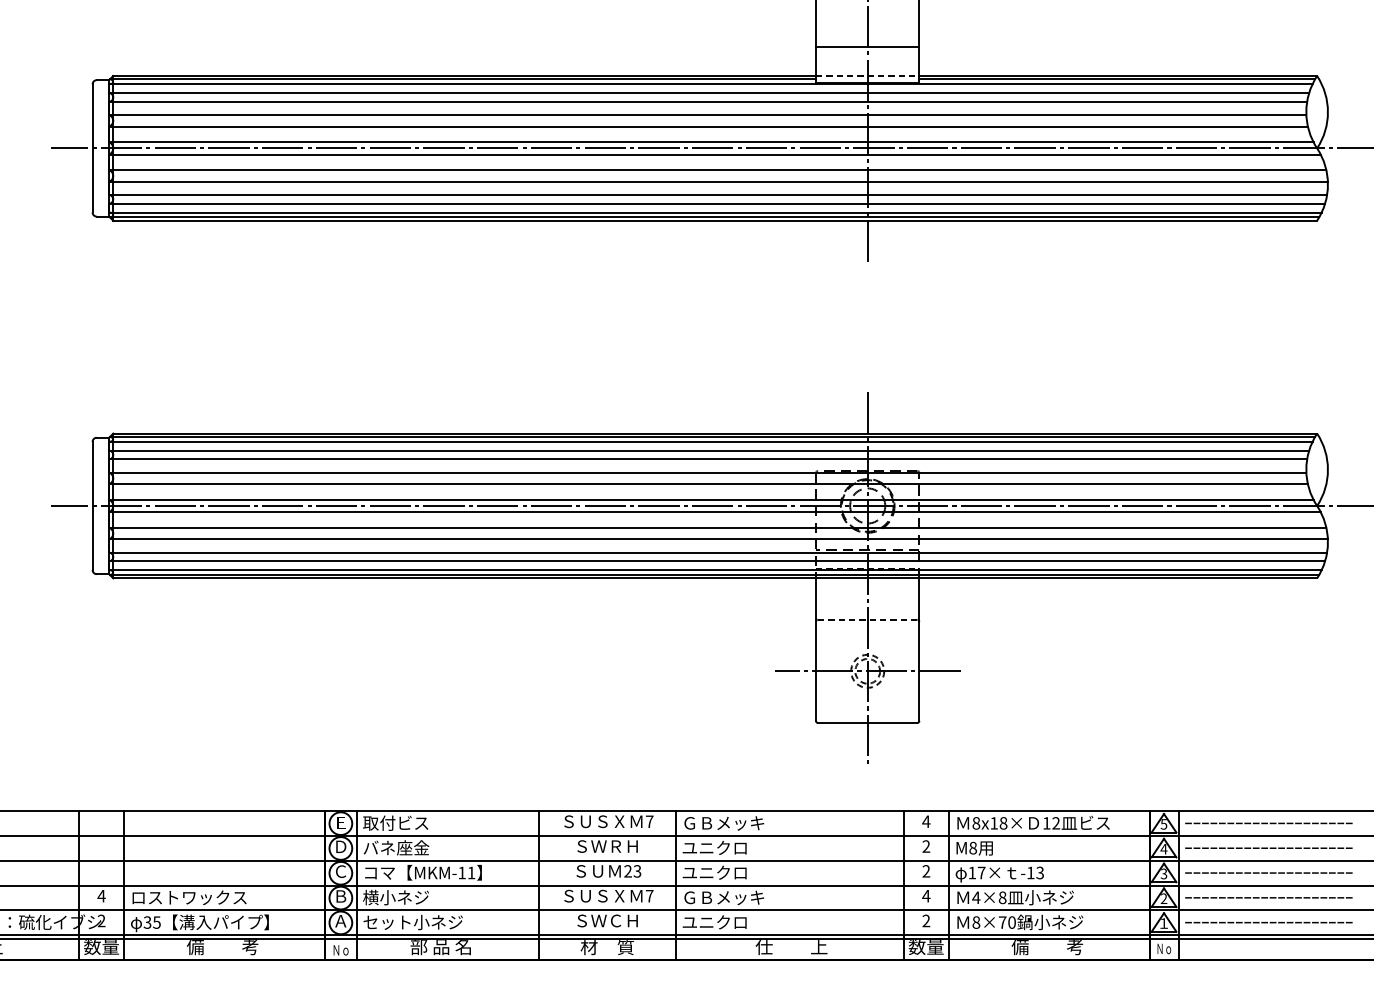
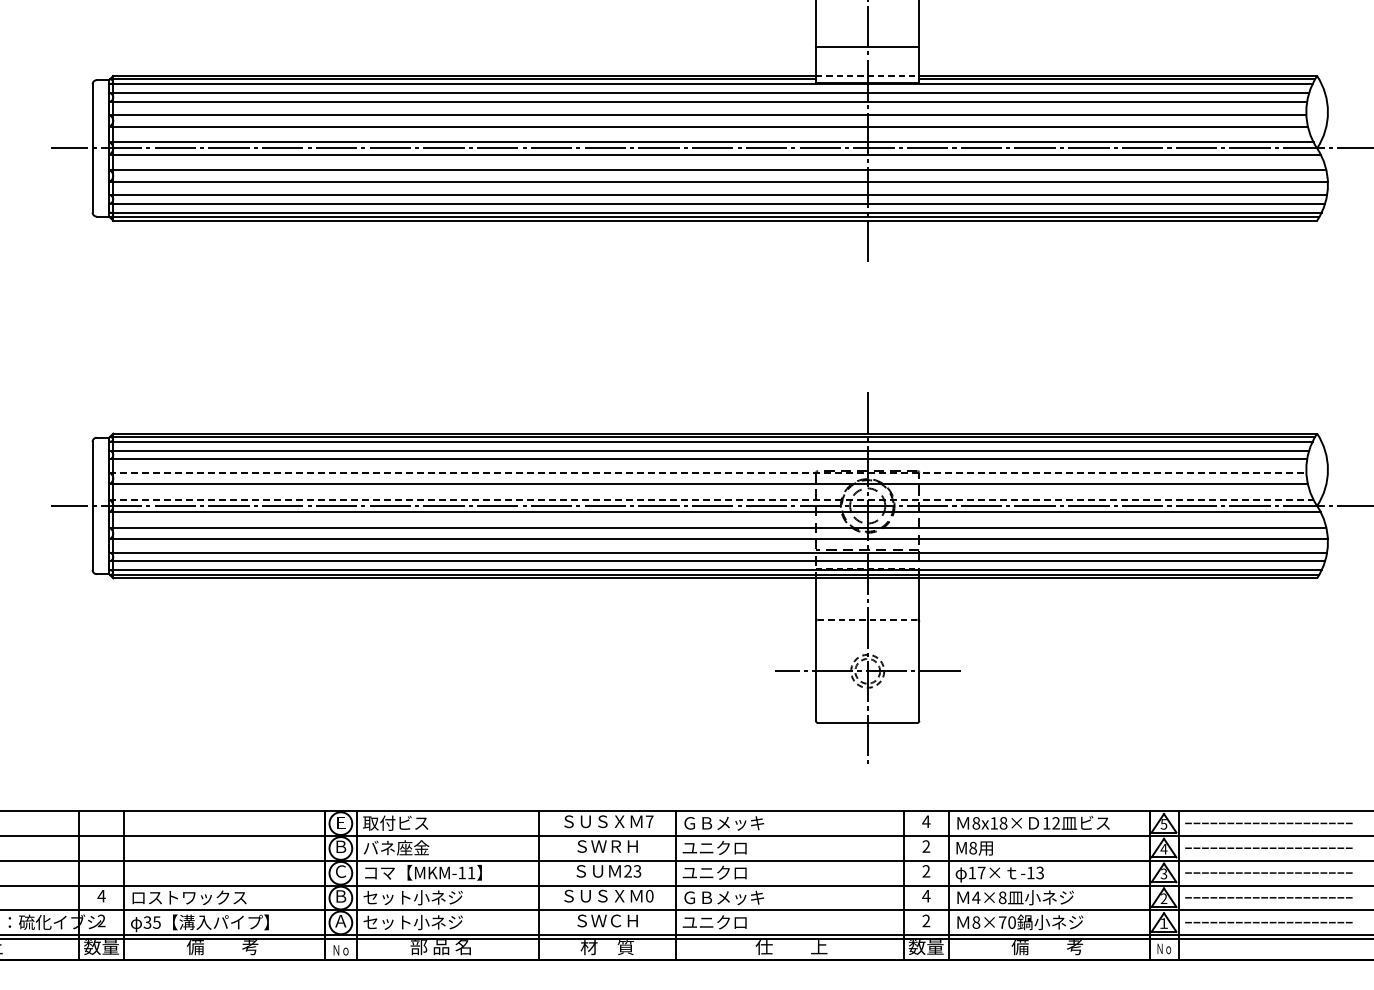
line at (707, 472): solid -> dashed
line at (711, 499): solid -> dashed
text at (341, 846): Ｄ -> Ｂ
text at (649, 895): 7 -> 0
text at (412, 897): 横小ネジ -> セット小ネジ
